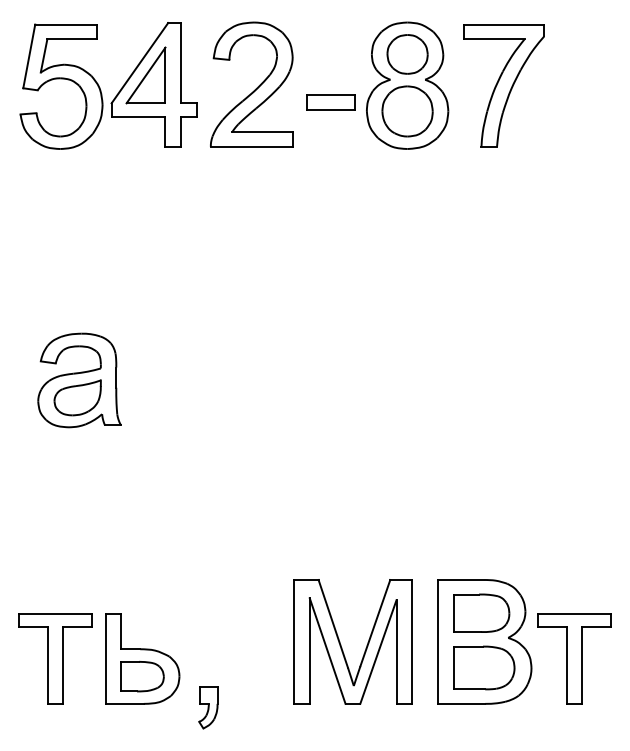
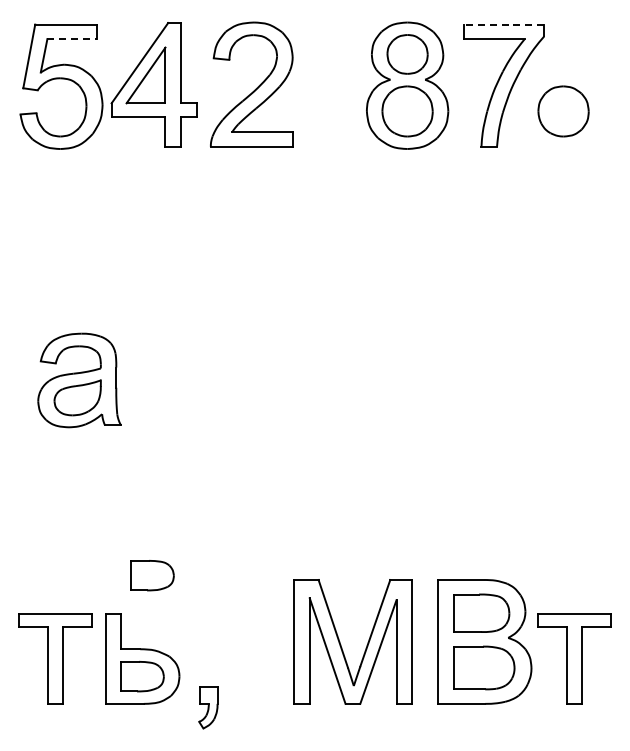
line at (503, 24): solid -> dashed
line at (72, 39): solid -> dashed
part at (330, 102): present -> none
part at (563, 111): none -> present
part at (152, 575): none -> present
